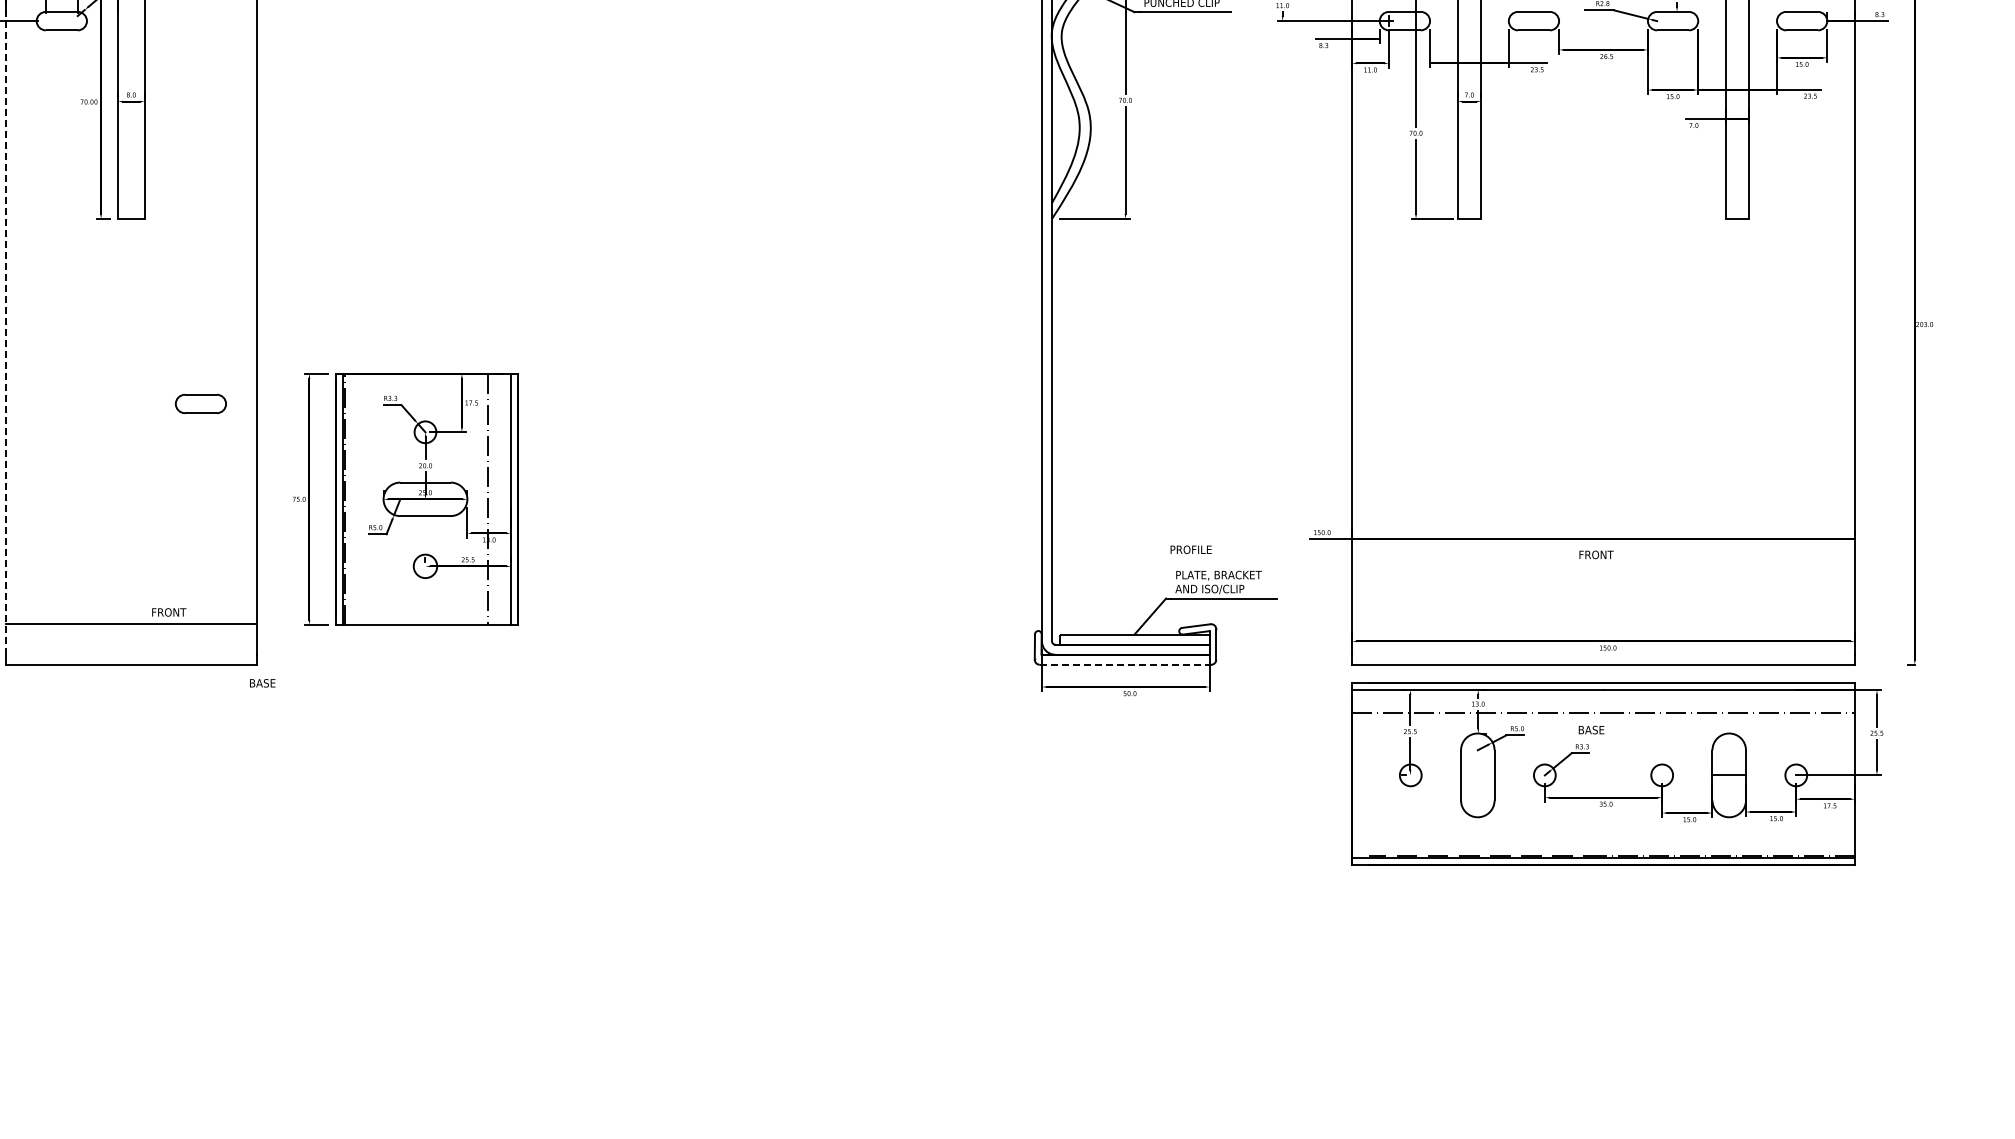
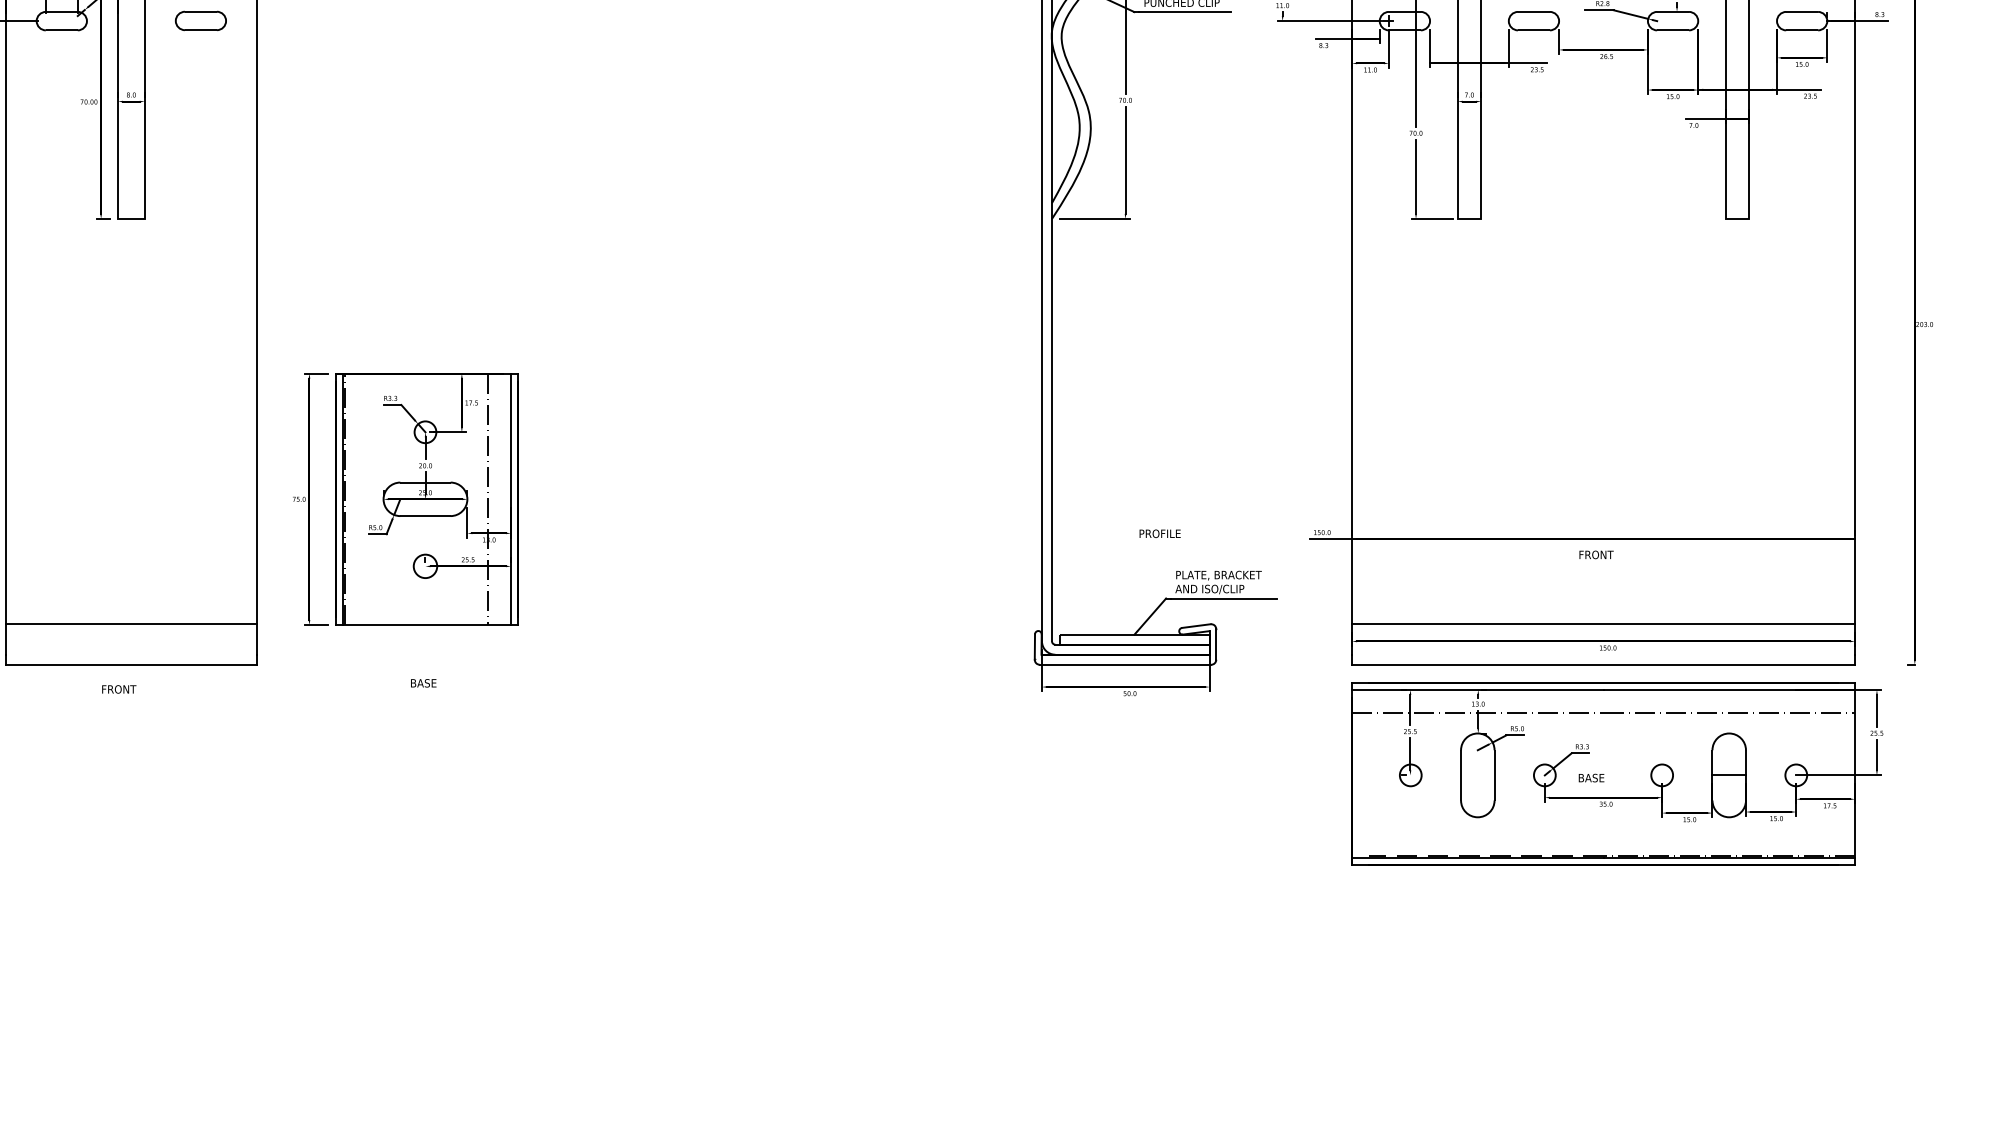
line at (5, 326): dashed -> solid
part at (200, 403) position: (200, 403) -> (200, 20)
text at (1190, 549) position: (1190, 549) -> (1159, 533)
text at (169, 612) position: (169, 612) -> (119, 689)
line at (1603, 624): none -> present
line at (1124, 664): dashed -> solid
text at (262, 683) position: (262, 683) -> (423, 683)
text at (1591, 729) position: (1591, 729) -> (1591, 777)
